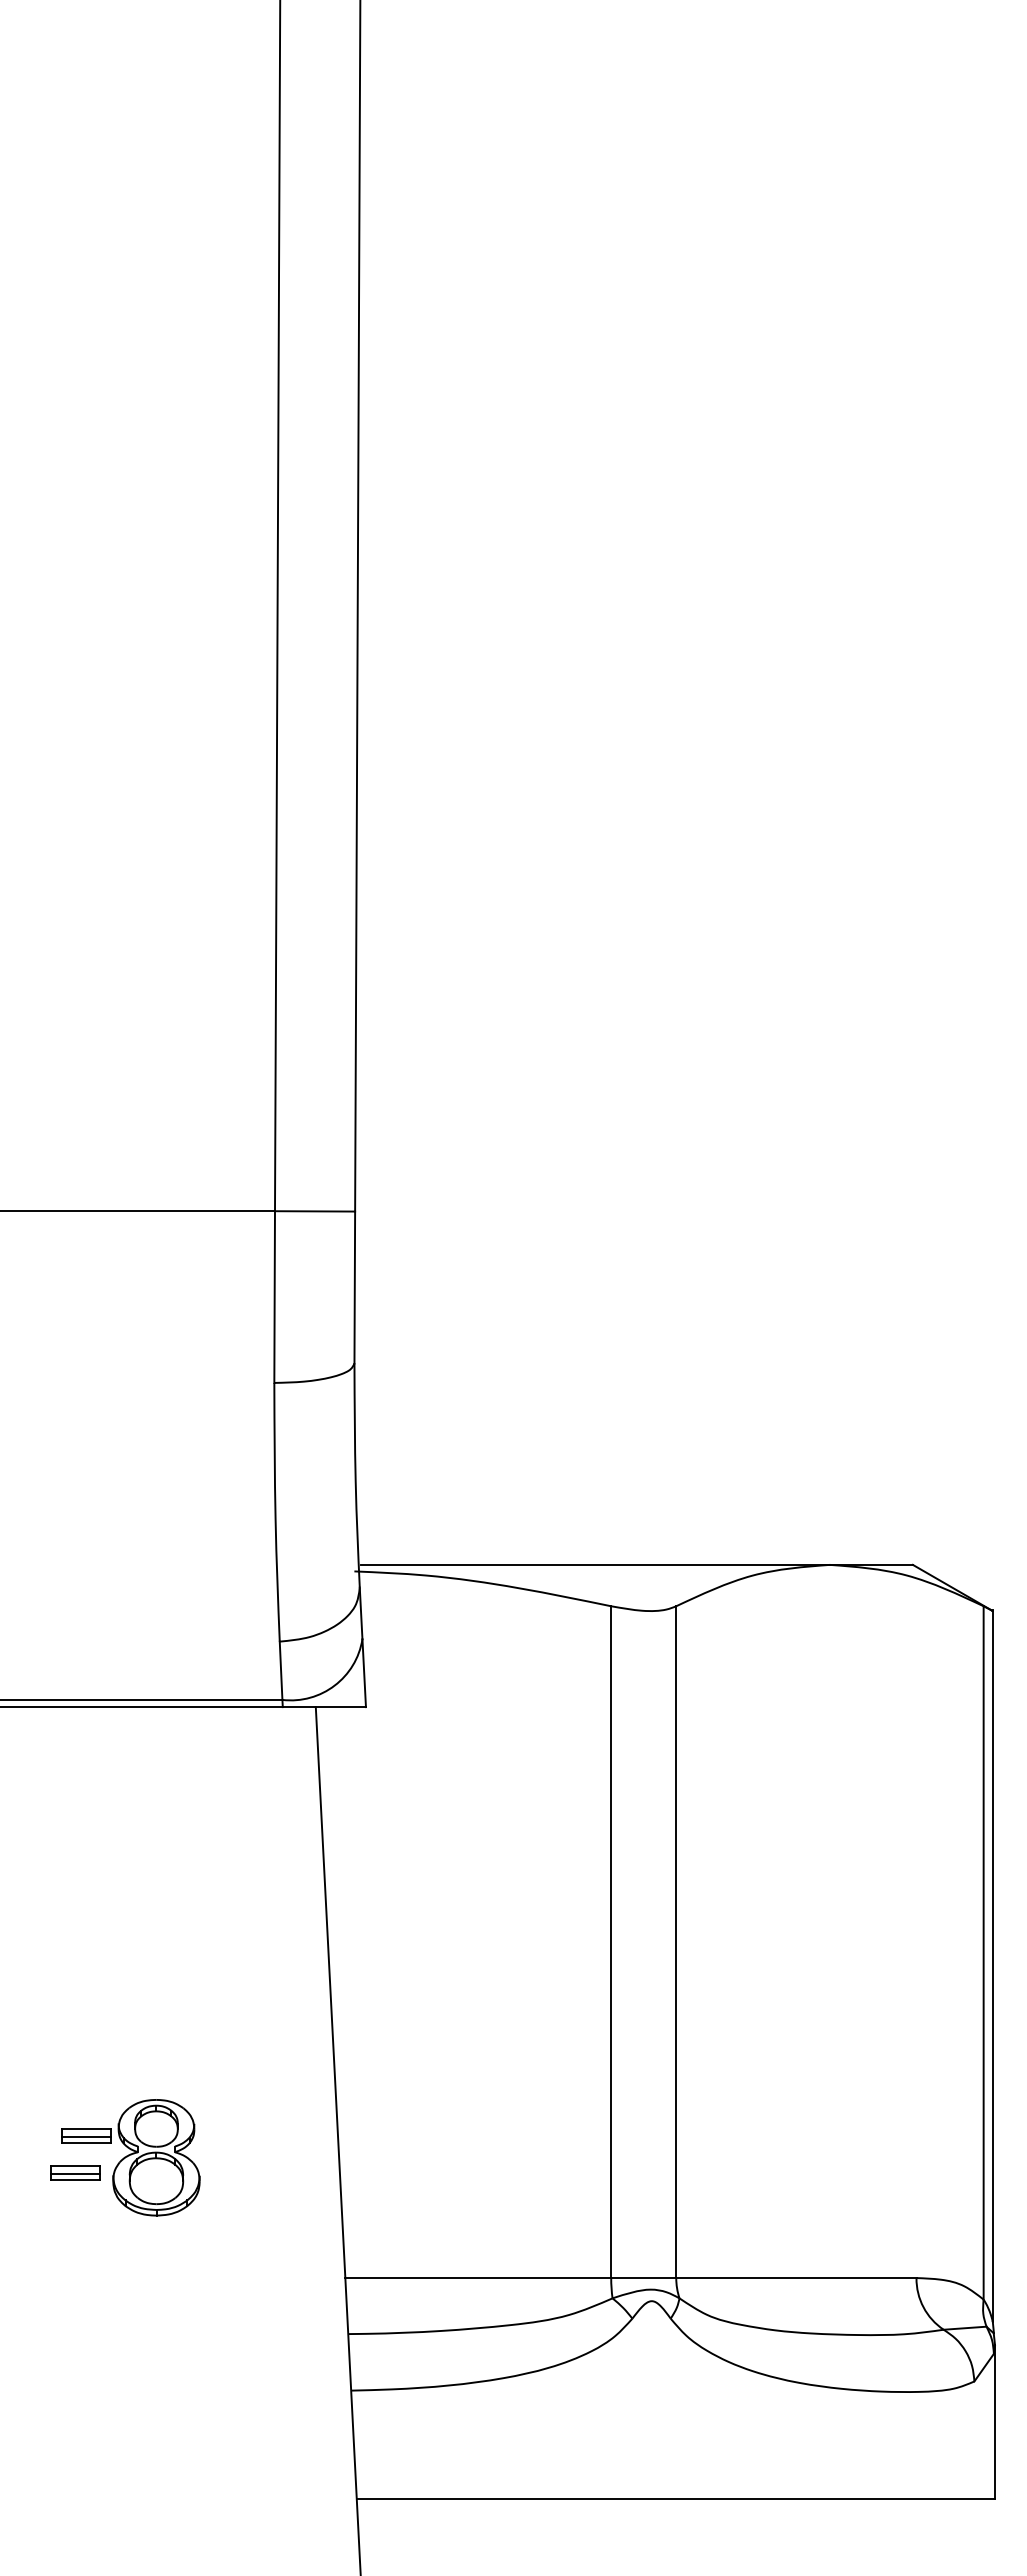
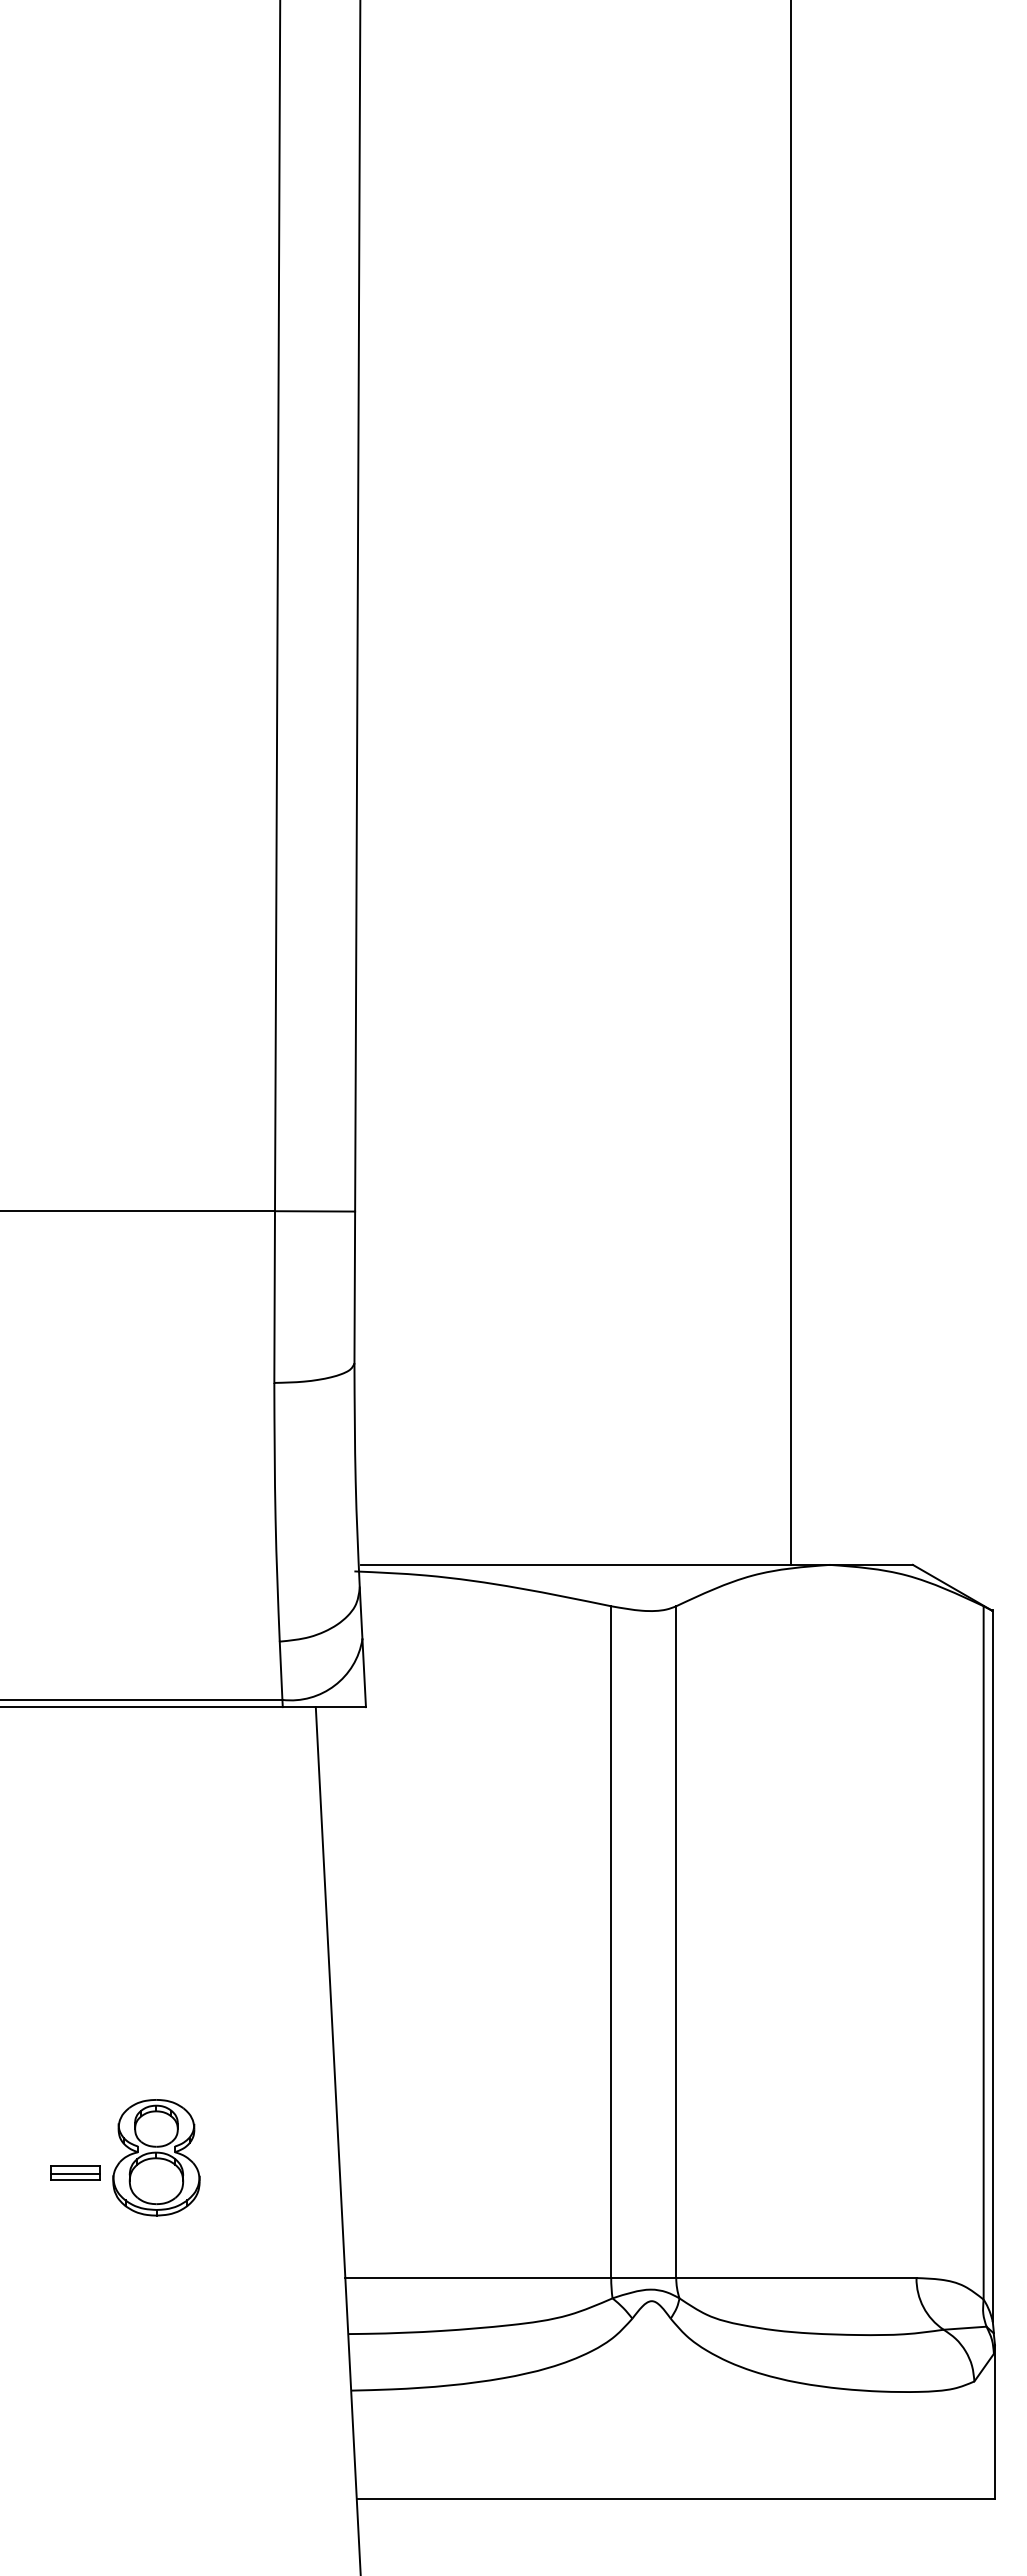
line at (790, 783): none -> present
part at (86, 2135): present -> none
